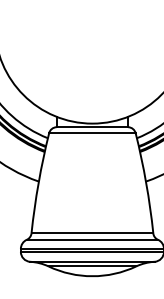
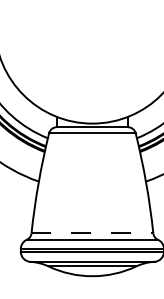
line at (92, 233): solid -> dashed
